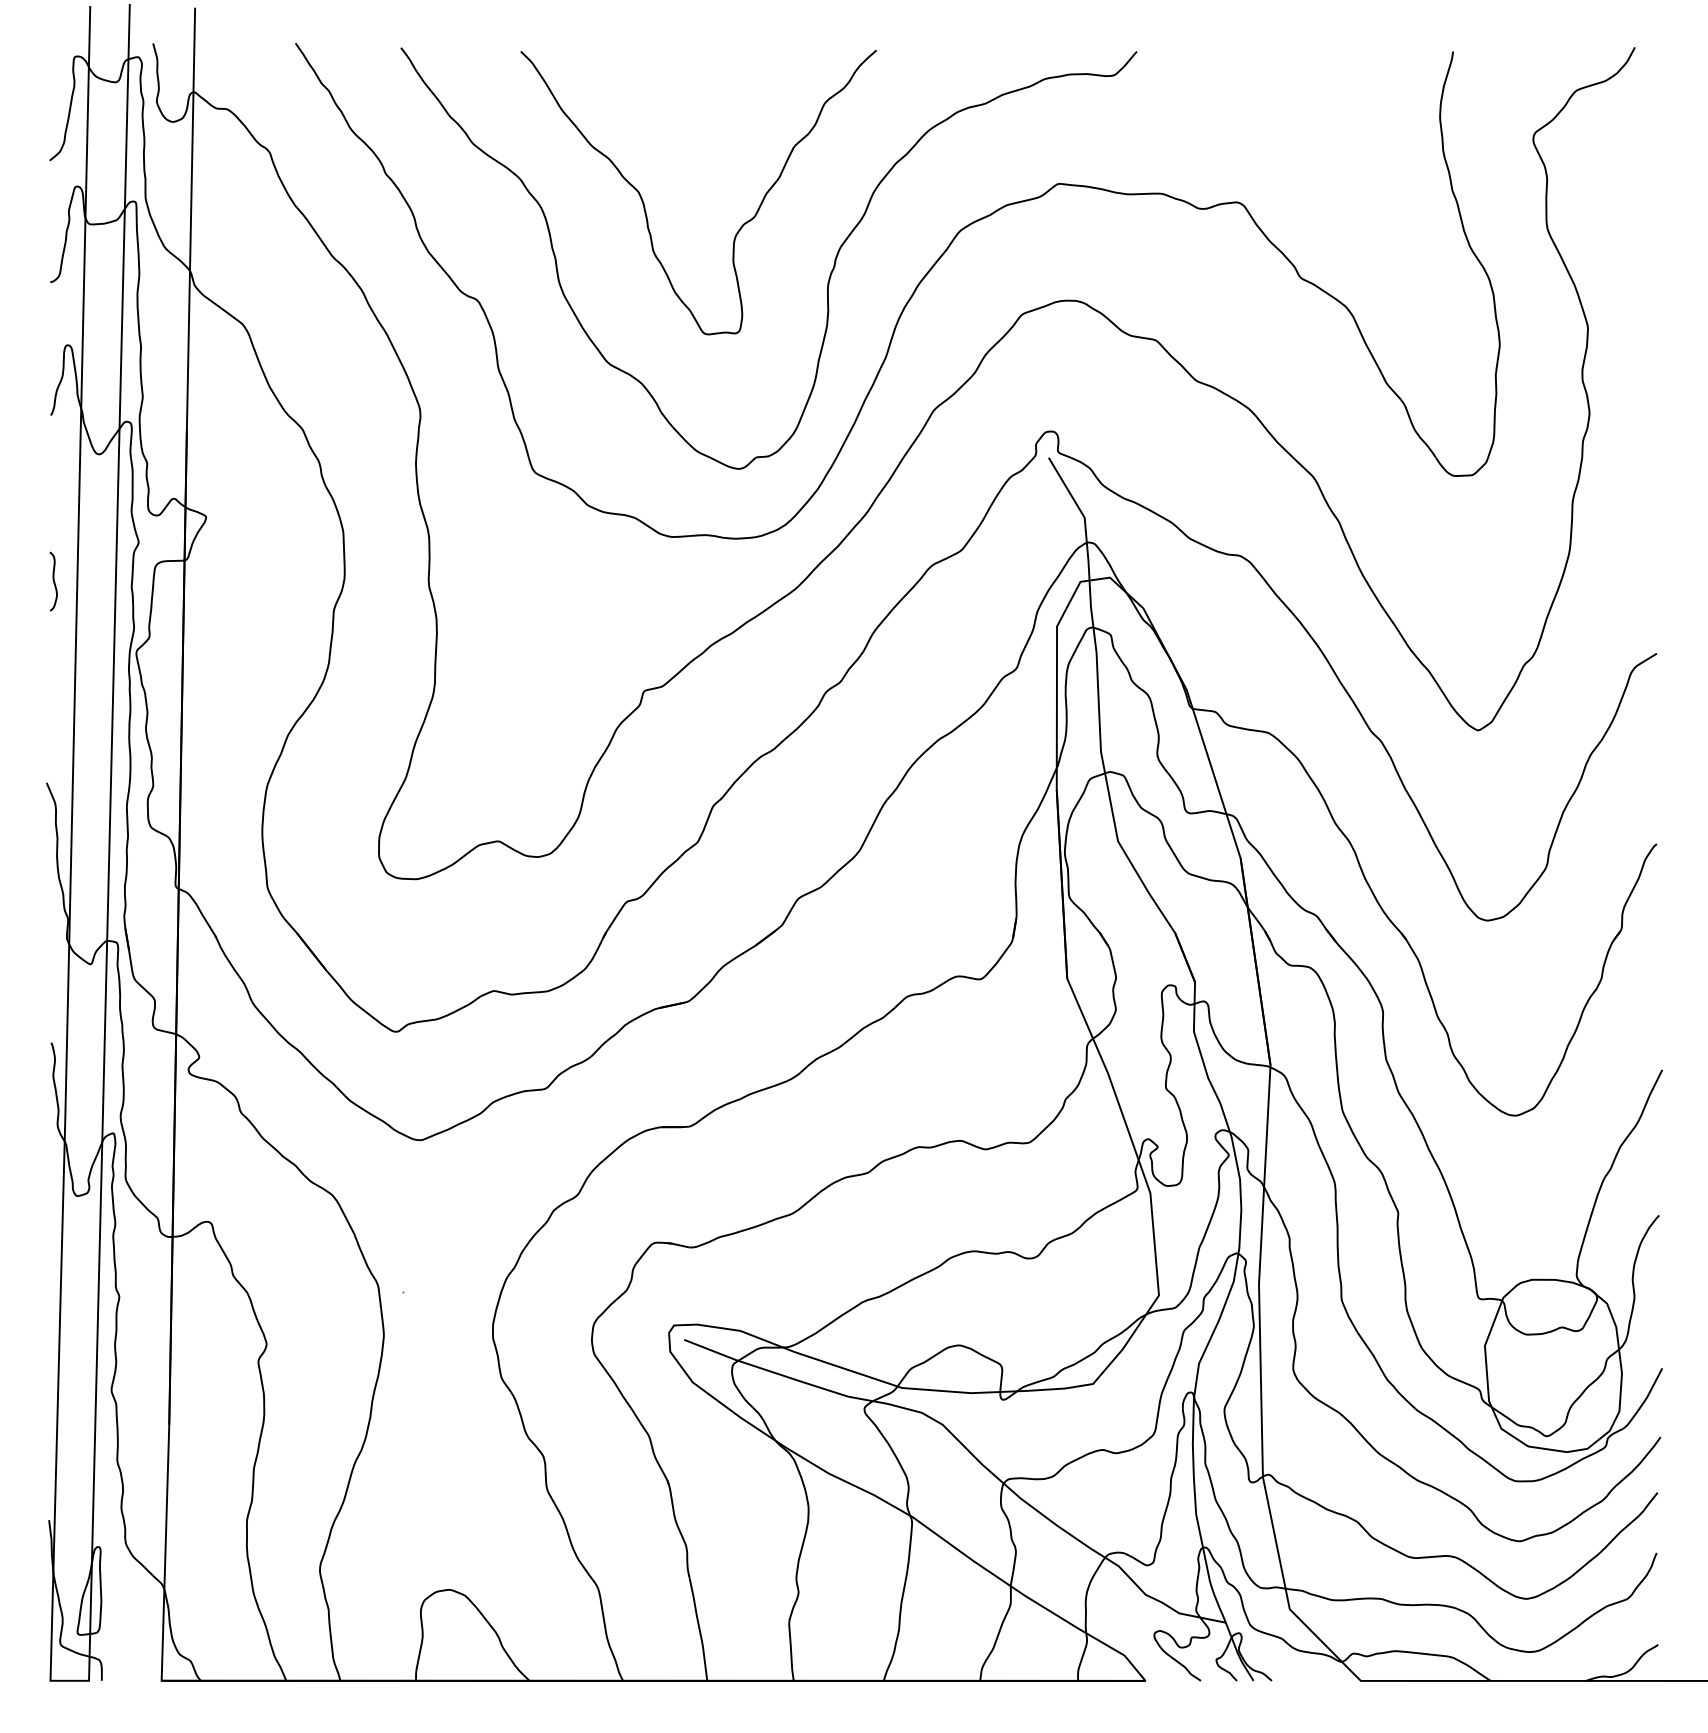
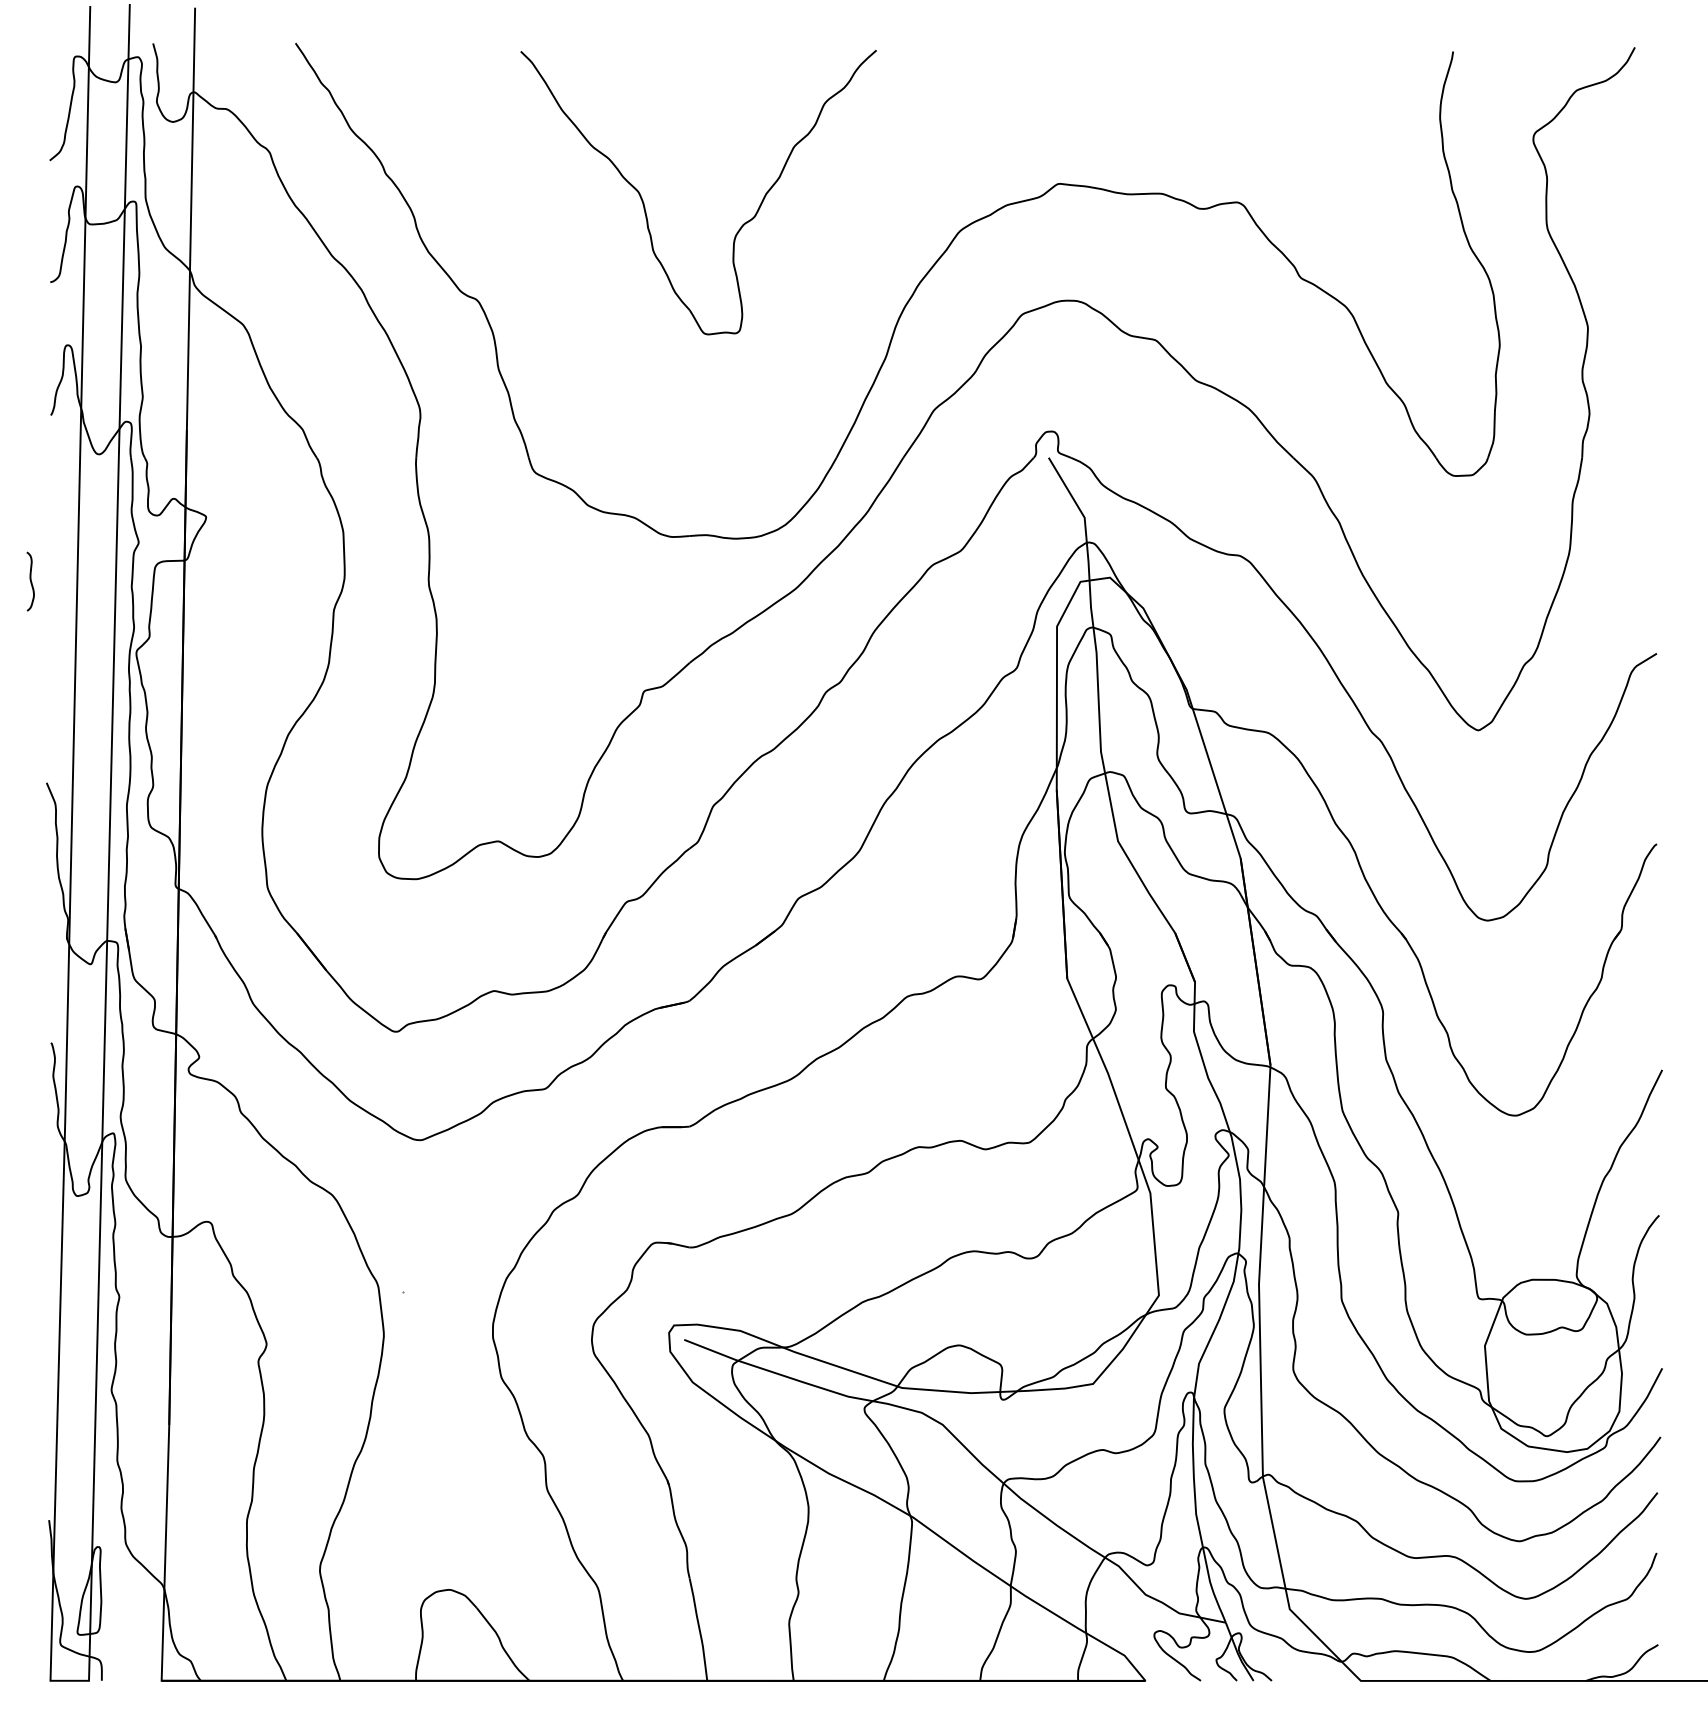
part at (828, 278): present -> none
curve at (53, 581) position: (53, 581) -> (30, 581)
